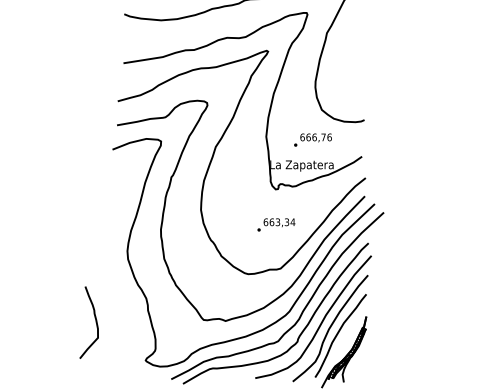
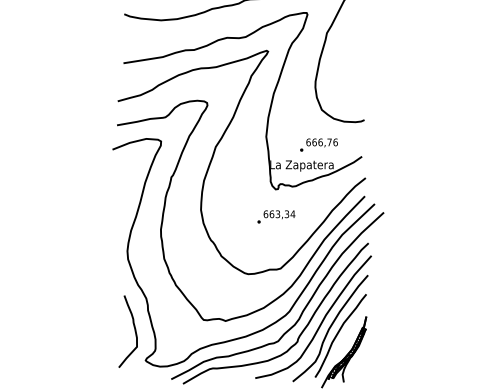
text at (312, 139) position: (312, 139) -> (318, 144)
text at (276, 224) position: (276, 224) -> (276, 216)
curve at (95, 322) position: (95, 322) -> (134, 331)
